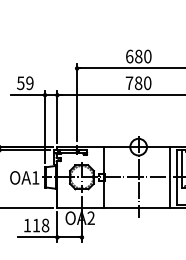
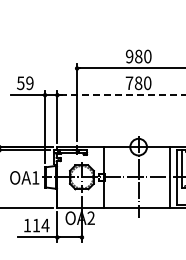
text at (129, 56): 680 -> 980
line at (122, 95): solid -> dashed
text at (45, 225): 118 -> 114
